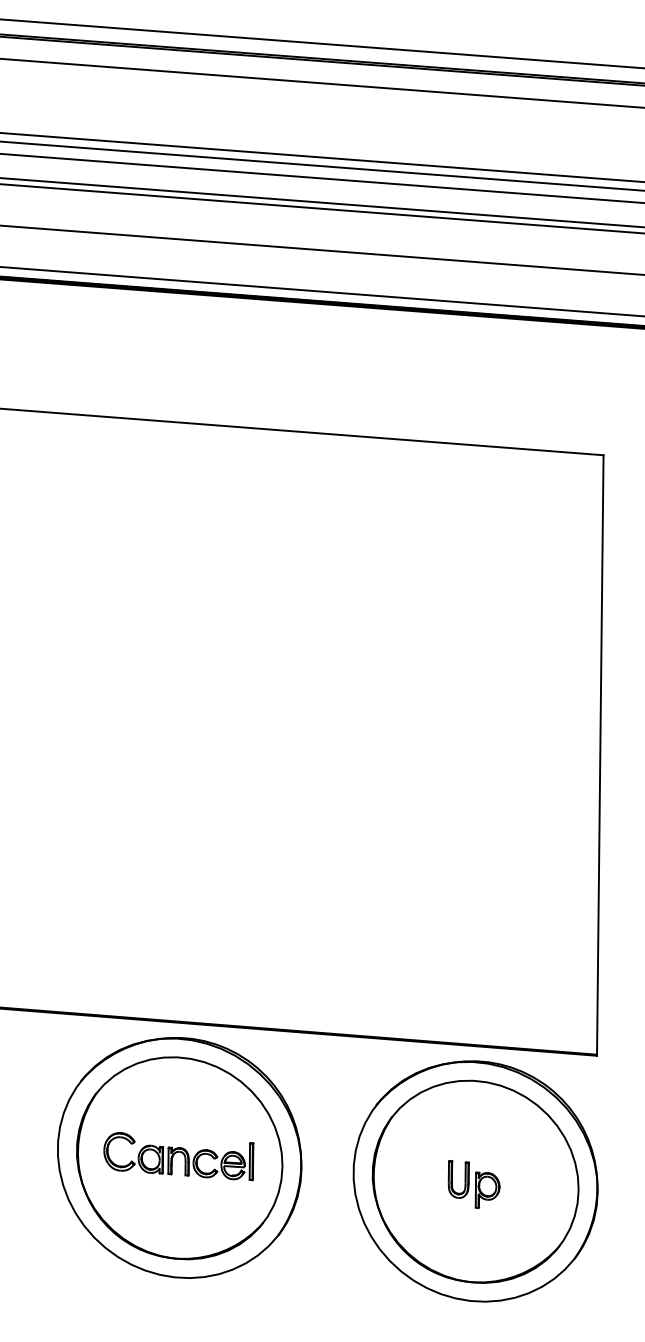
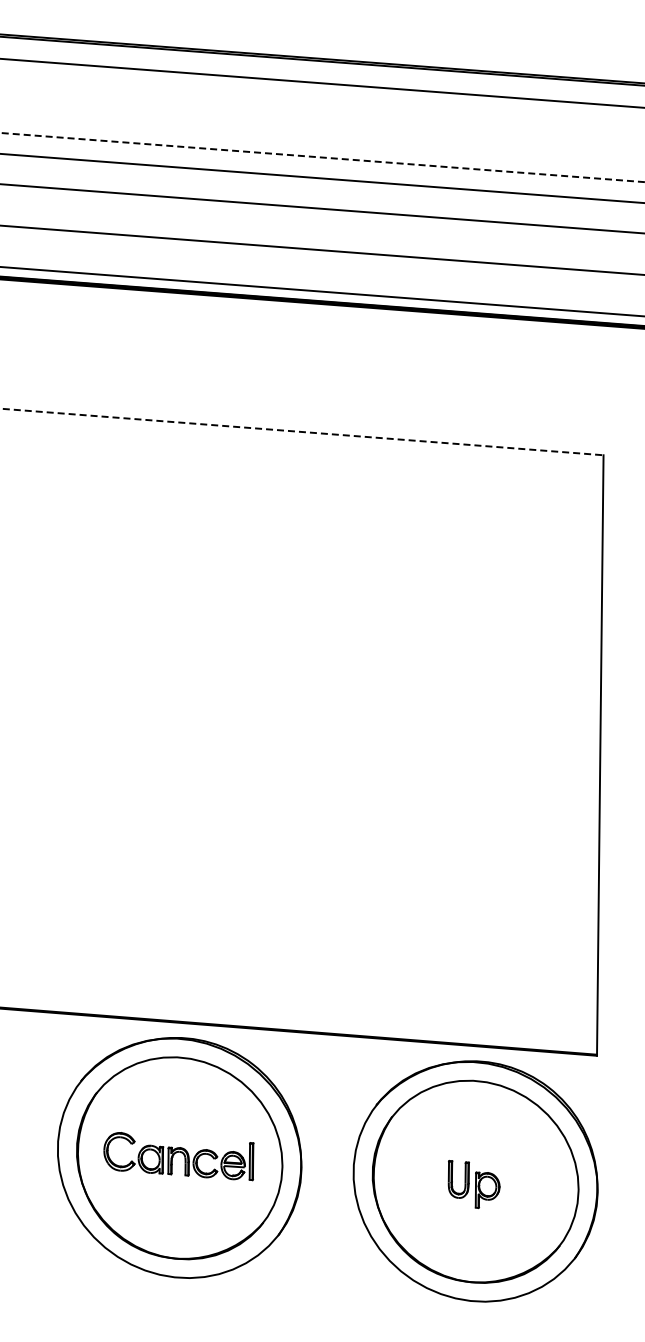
line at (321, 43): present -> none
line at (322, 157): solid -> dashed
line at (321, 165): present -> none
line at (321, 202): present -> none
line at (302, 432): solid -> dashed
